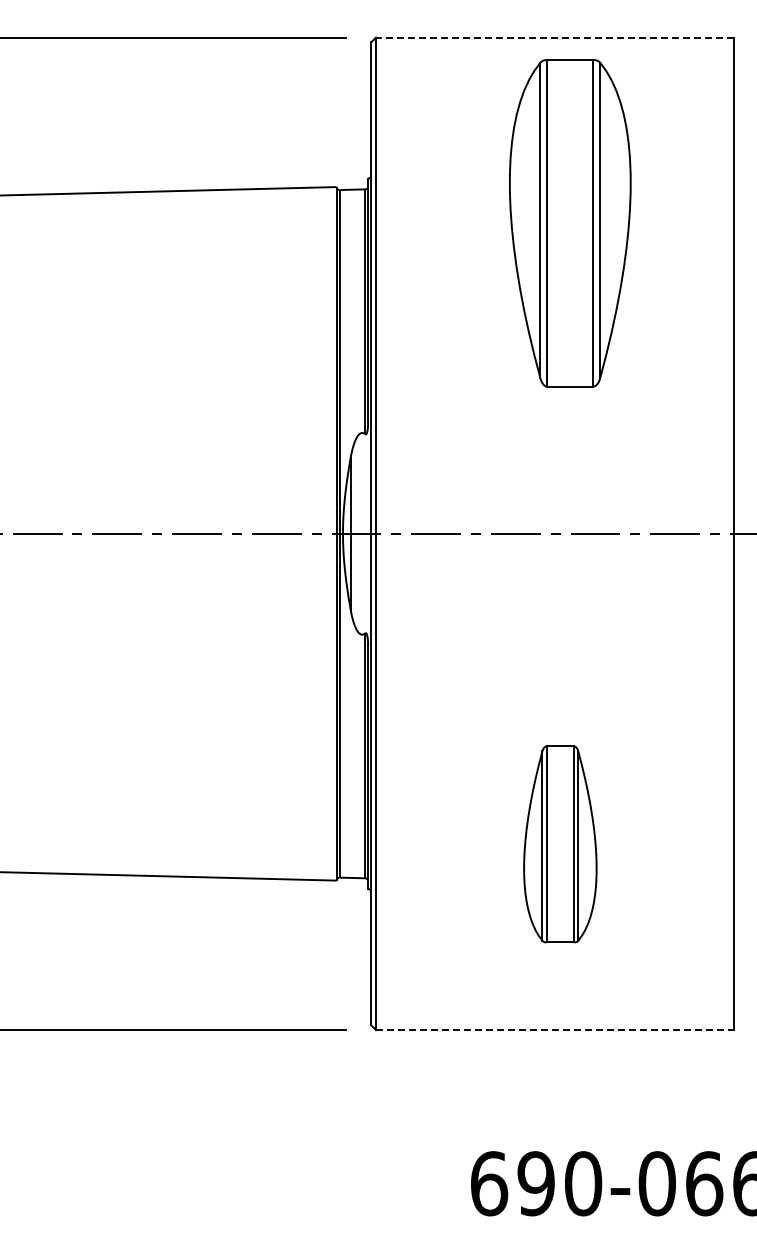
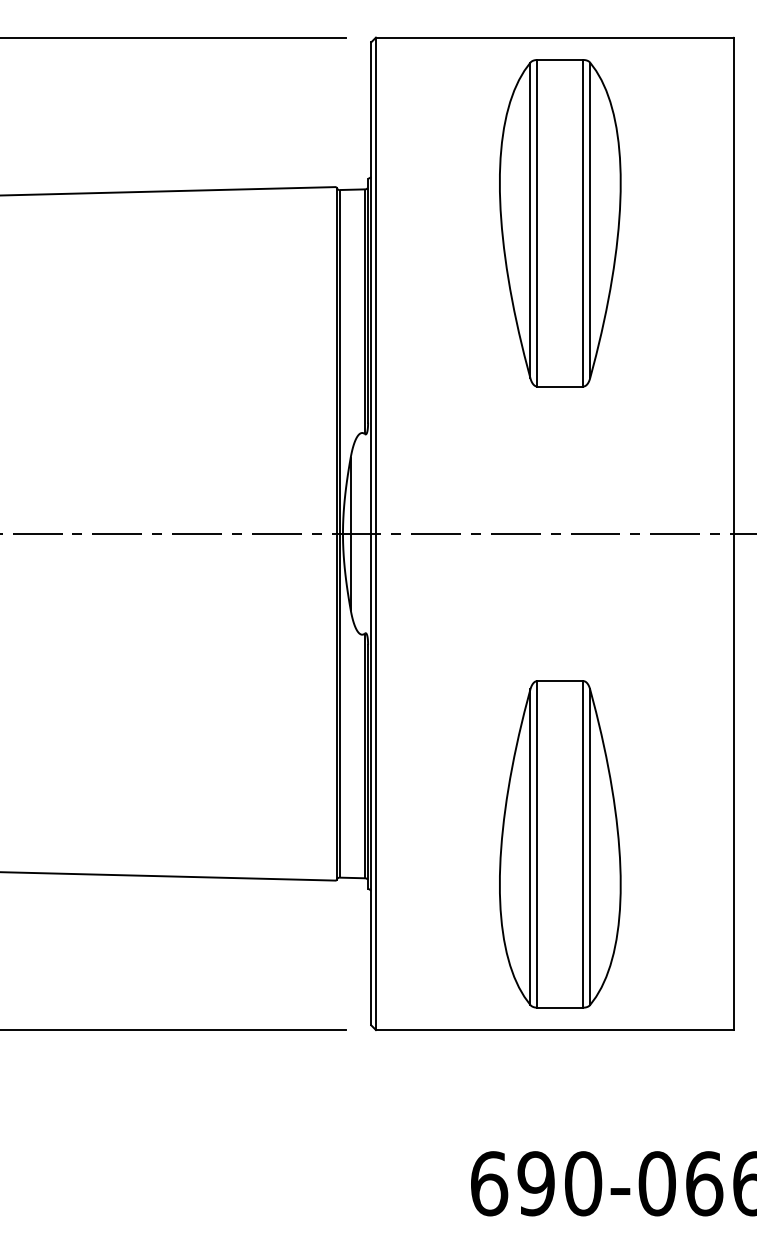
line at (554, 37): dashed -> solid
part at (570, 223) position: (570, 223) -> (560, 223)
part at (560, 844) size: 75x199 px -> 123x329 px
line at (554, 1030): dashed -> solid
